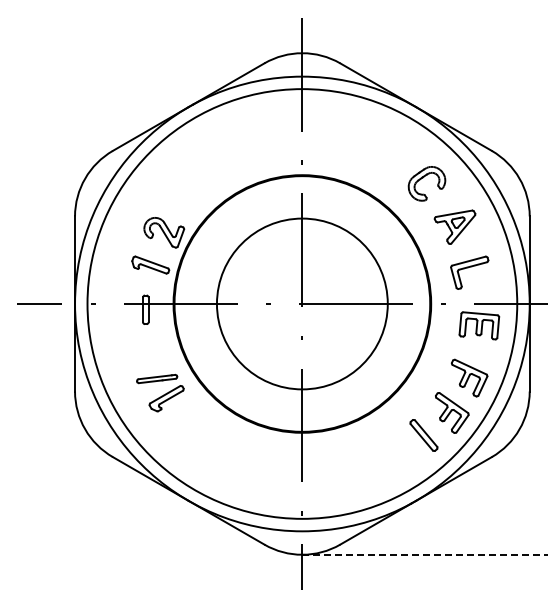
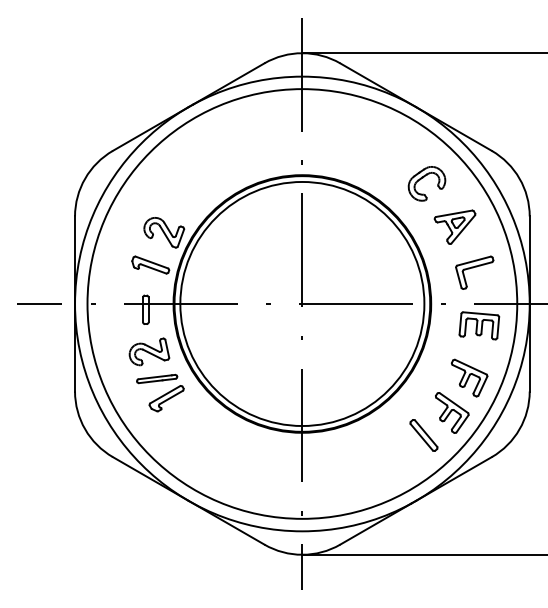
line at (423, 53): none -> present
part at (469, 272) position: (469, 272) -> (474, 272)
circle at (301, 303) diameter: 171 px -> 244 px
part at (149, 351): none -> present
line at (425, 554): dashed -> solid
